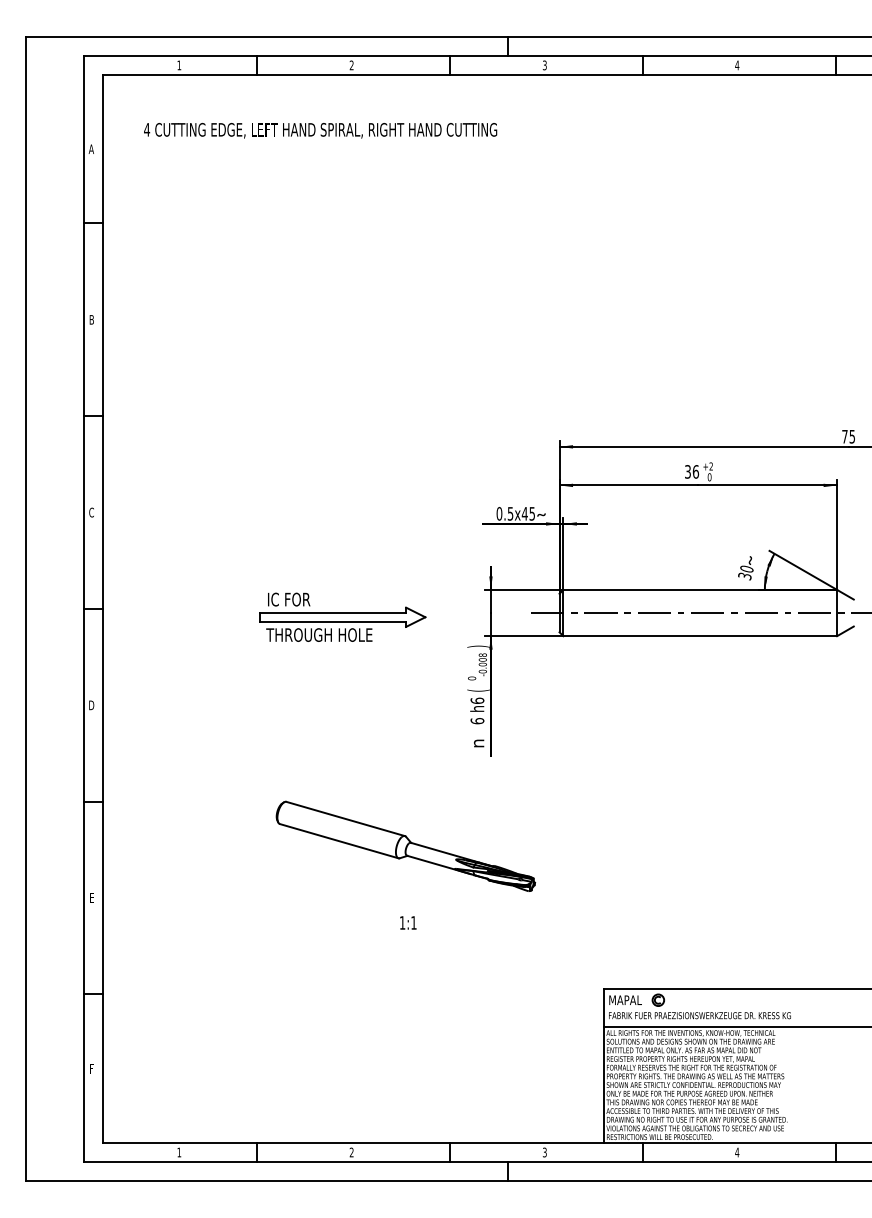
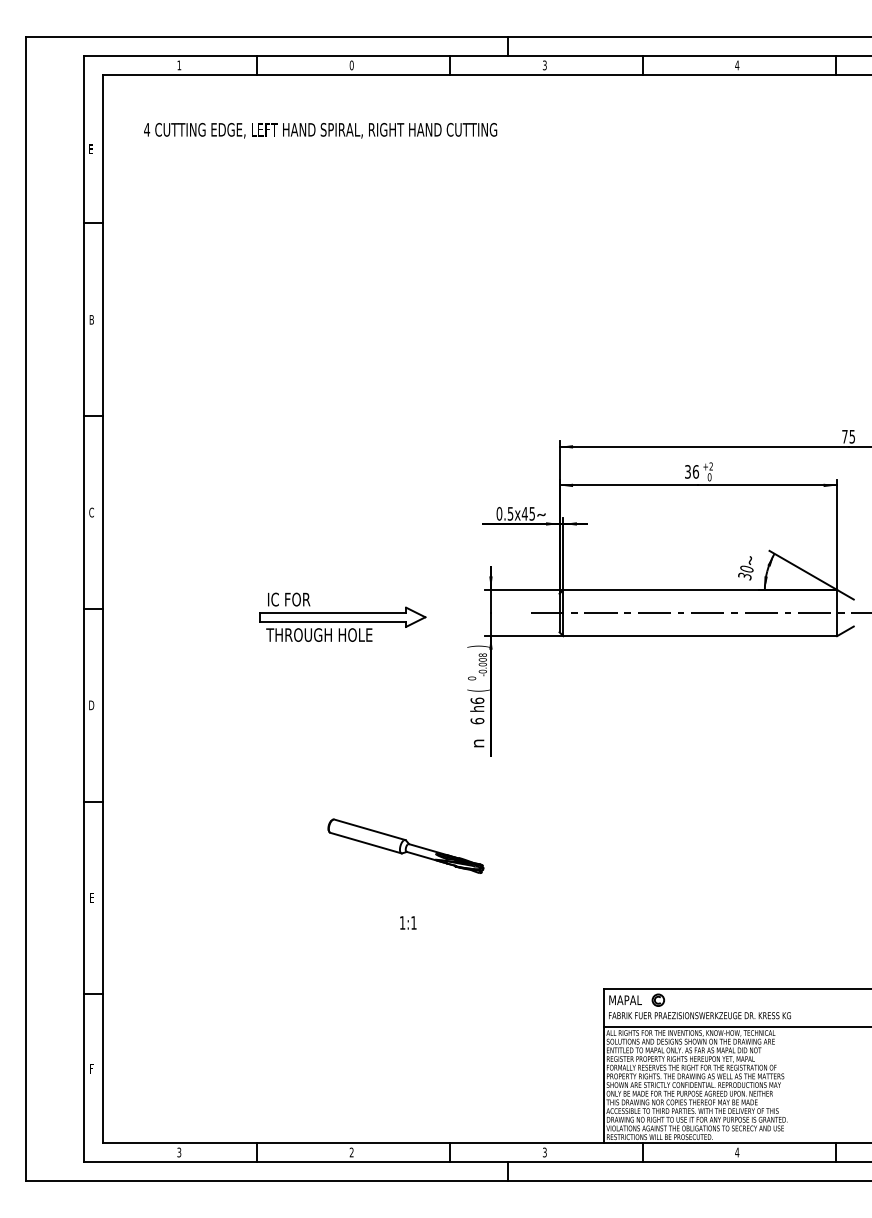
text at (351, 65): 2 -> 0
text at (90, 148): A -> E
part at (405, 845) size: 262x92 px -> 158x56 px
text at (179, 1152): 1 -> 3
